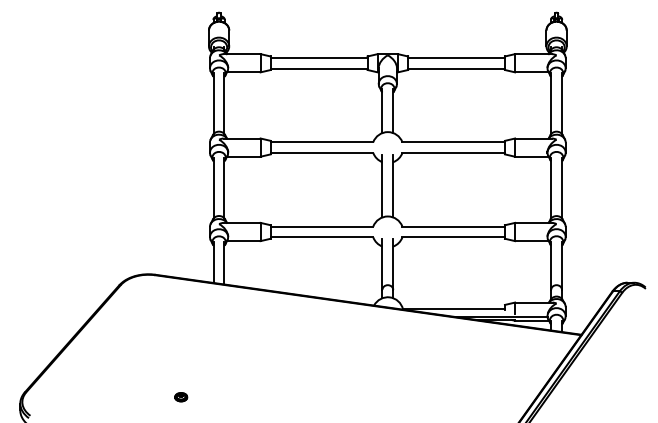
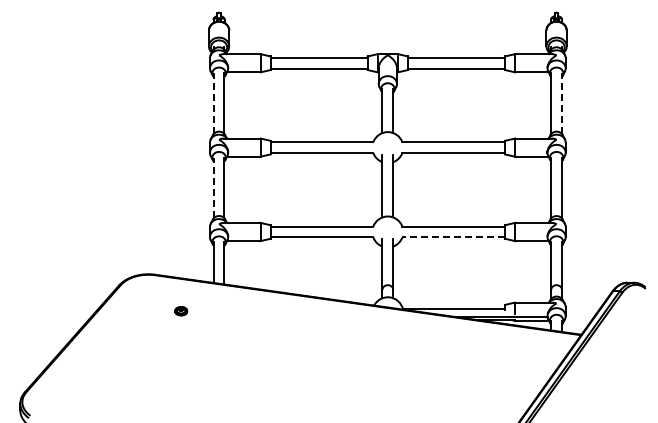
line at (213, 103): solid -> dashed
line at (562, 103): solid -> dashed
line at (213, 187): solid -> dashed
line at (453, 237): solid -> dashed
part at (181, 397) position: (181, 397) -> (181, 311)
